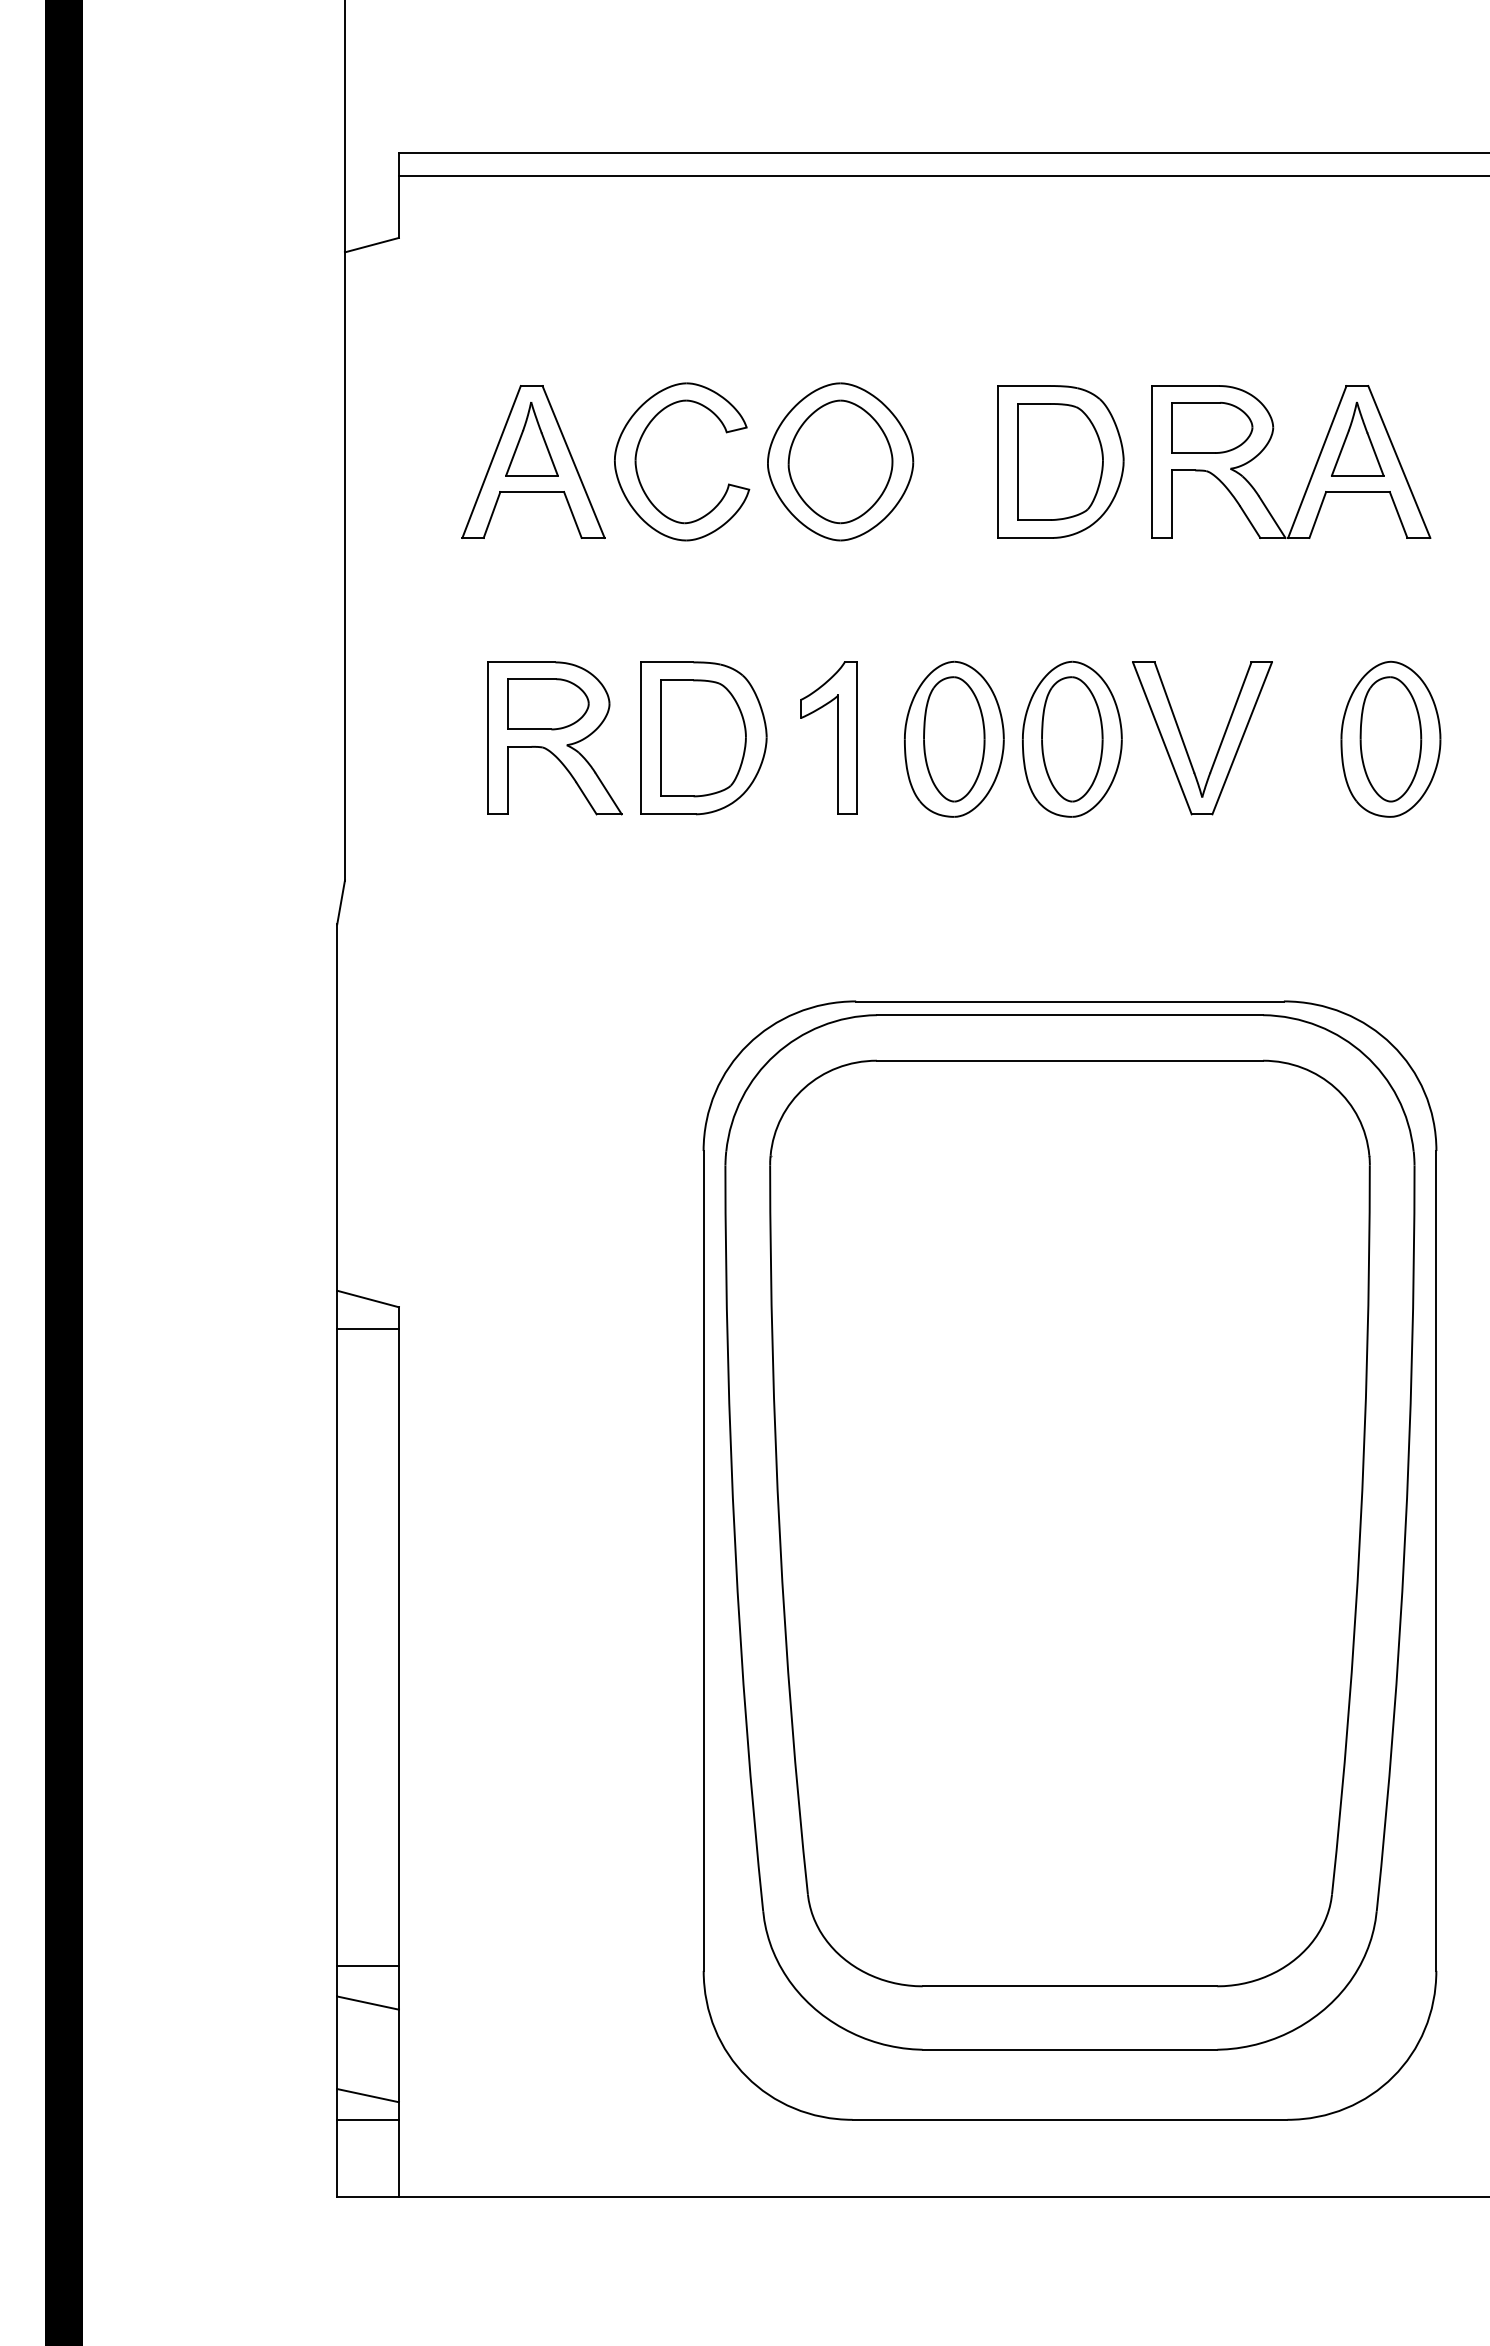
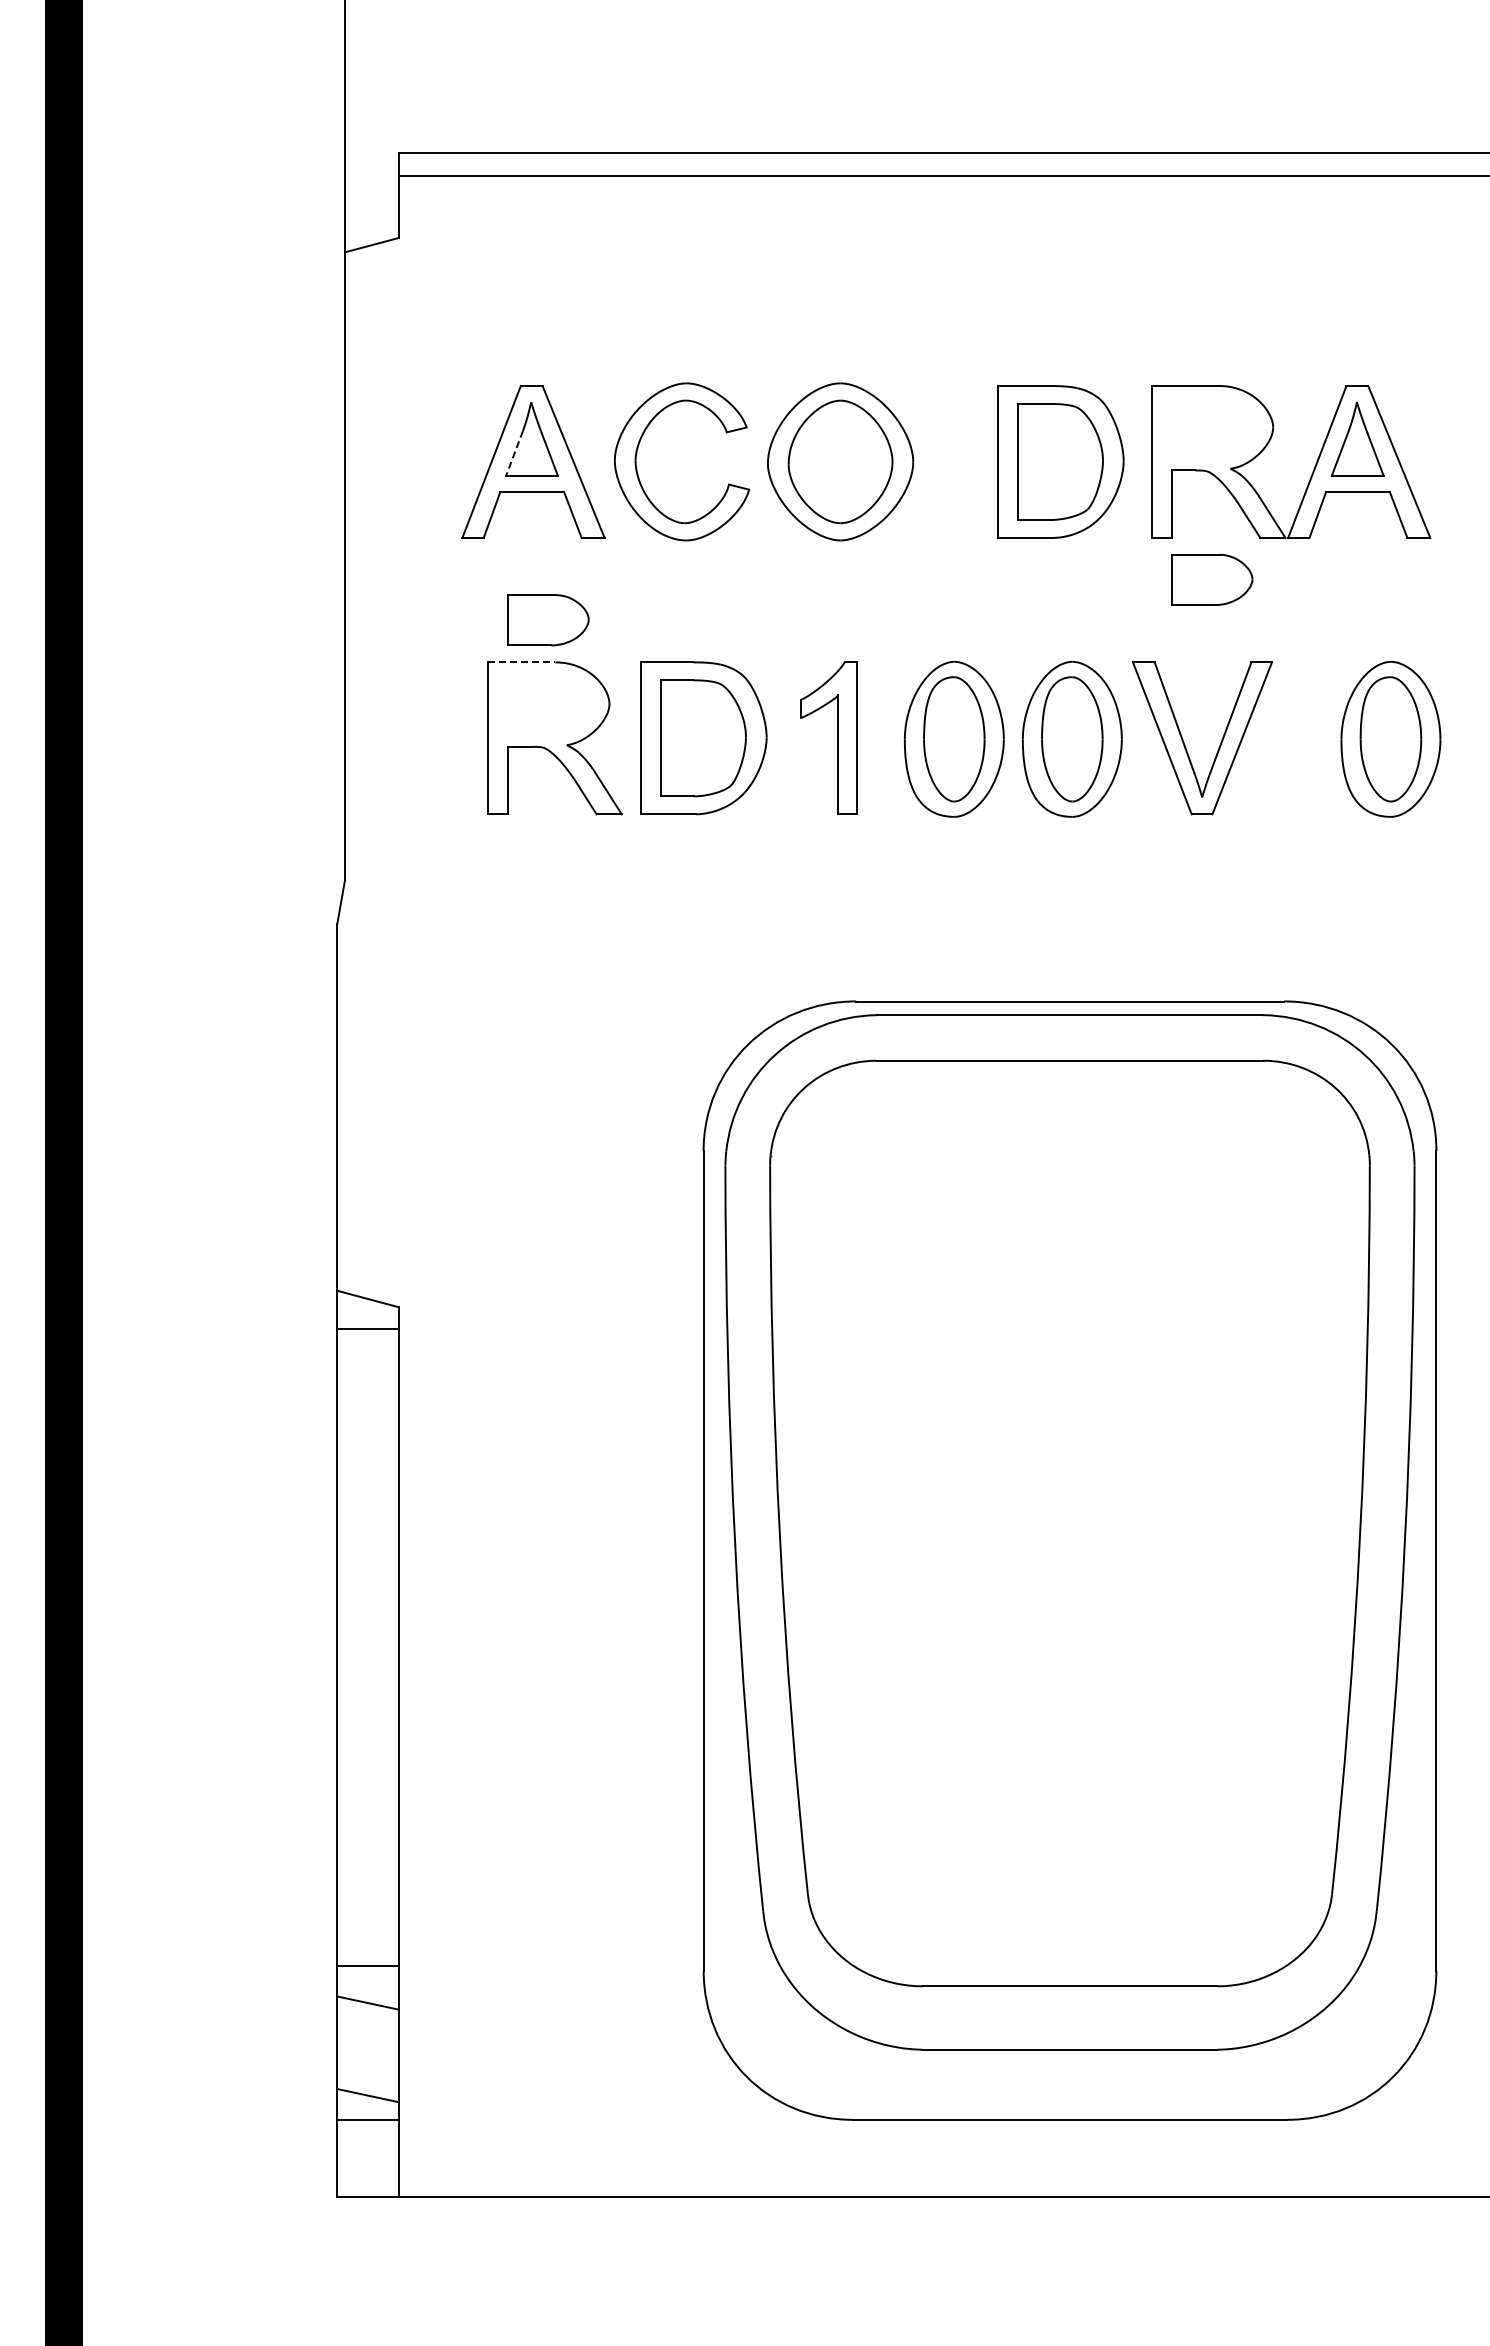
part at (1212, 427) position: (1212, 427) -> (1212, 579)
line at (514, 453): solid -> dashed
line at (521, 662): solid -> dashed
part at (548, 704) position: (548, 704) -> (548, 620)
